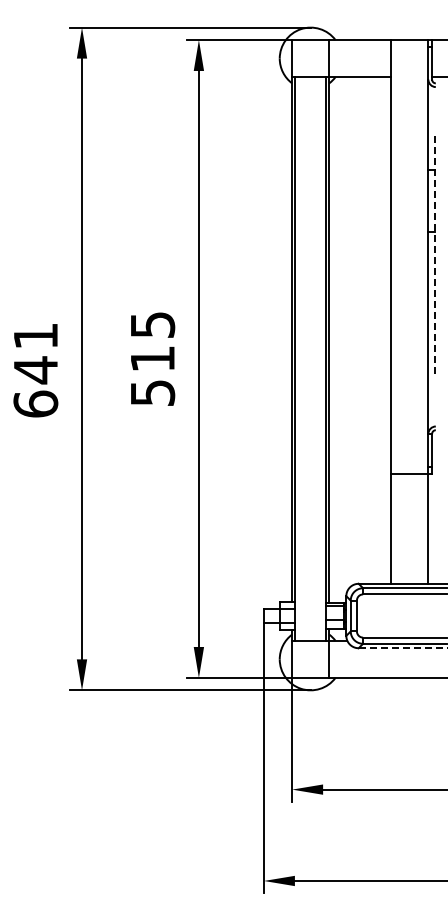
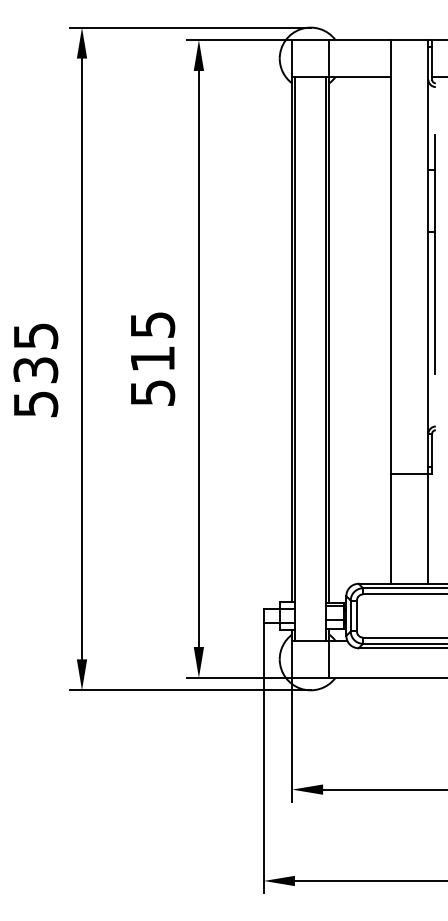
line at (434, 254): dashed -> solid
text at (35, 370): 641 -> 535
line at (403, 648): dashed -> solid
